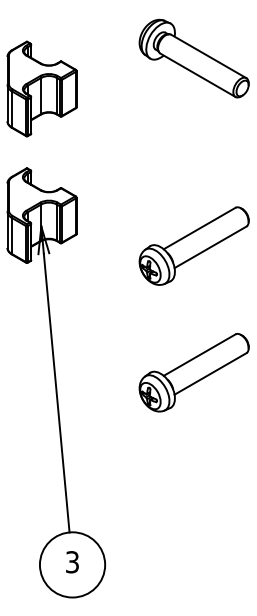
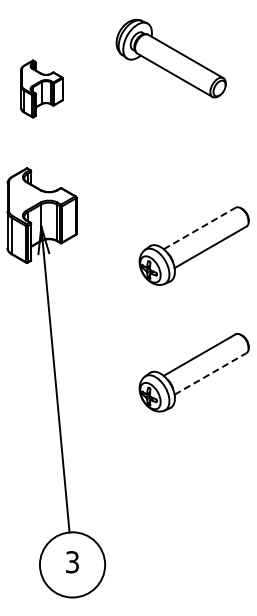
part at (193, 58) position: (193, 58) -> (170, 58)
part at (41, 88) size: 72x98 px -> 44x60 px
line at (200, 228): solid -> dashed
line at (210, 373): solid -> dashed
